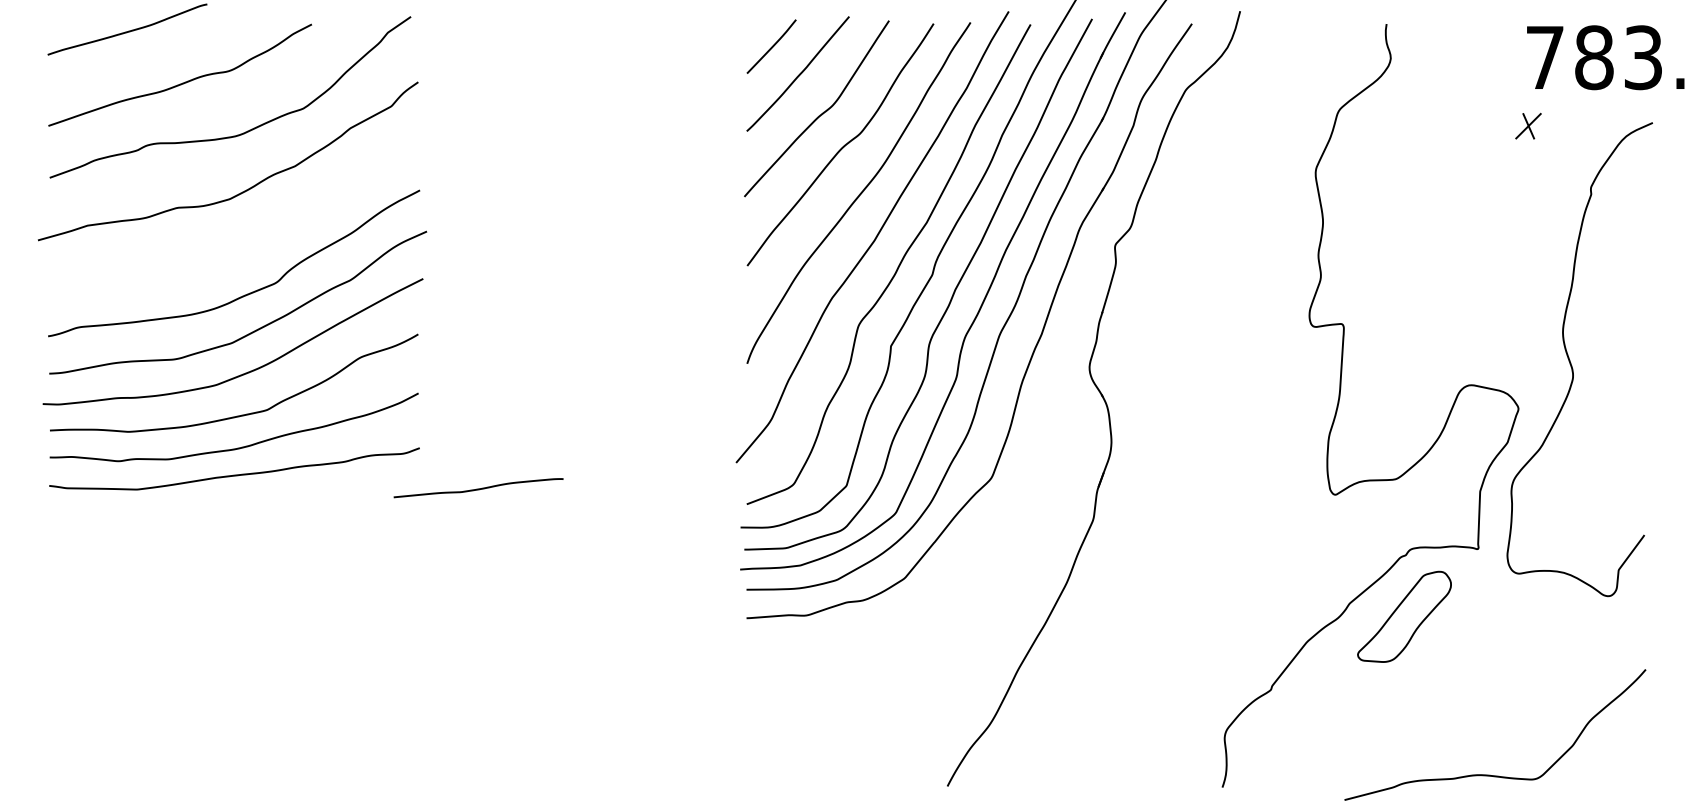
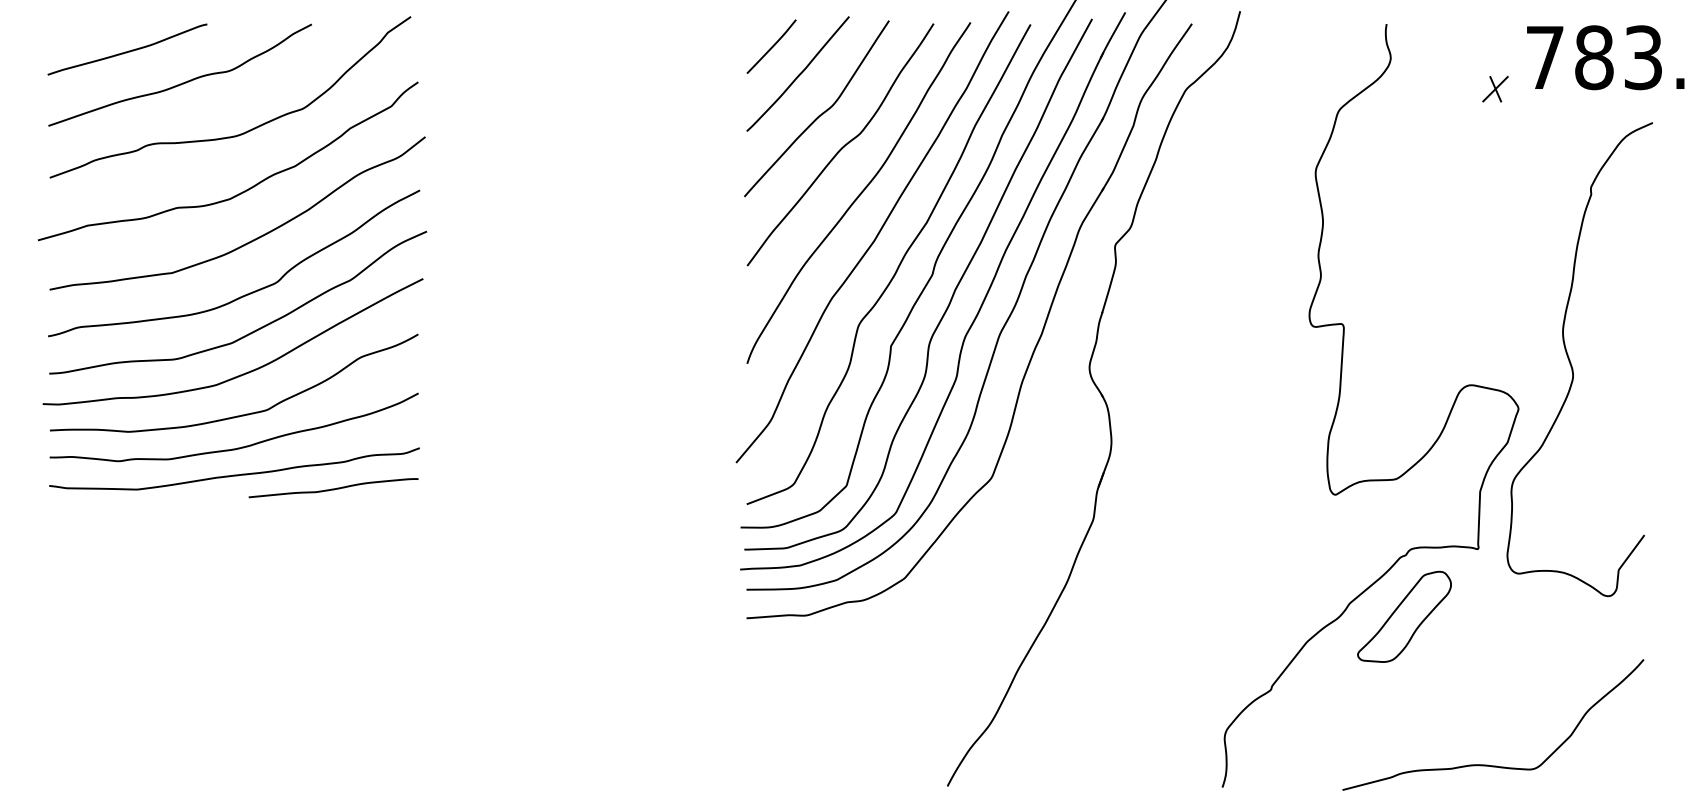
curve at (128, 30) position: (128, 30) -> (128, 50)
part at (1528, 125) position: (1528, 125) -> (1495, 88)
curve at (251, 240): none -> present
curve at (478, 488) position: (478, 488) -> (333, 488)
curve at (1490, 774) position: (1490, 774) -> (1488, 764)
